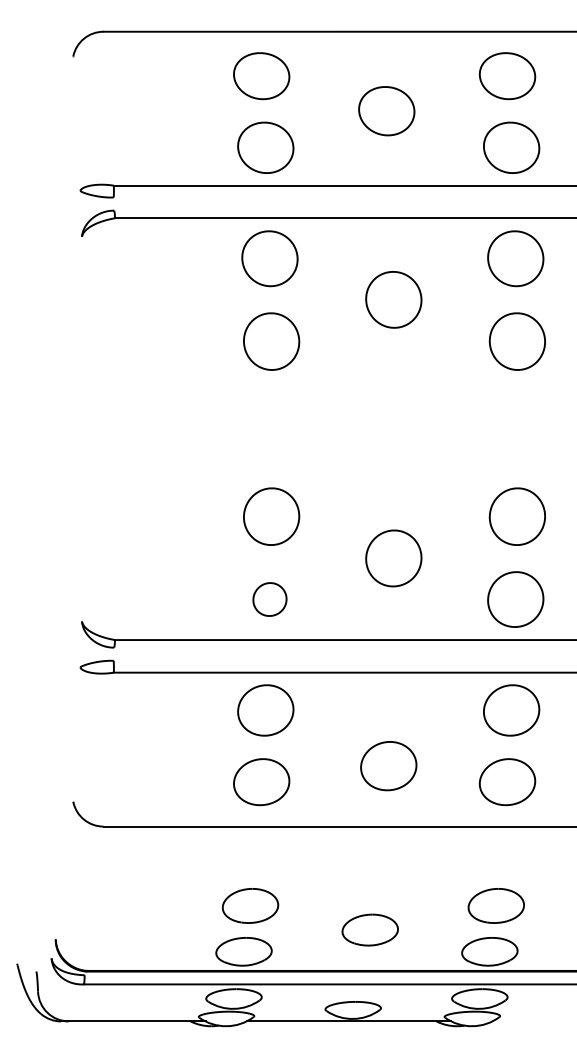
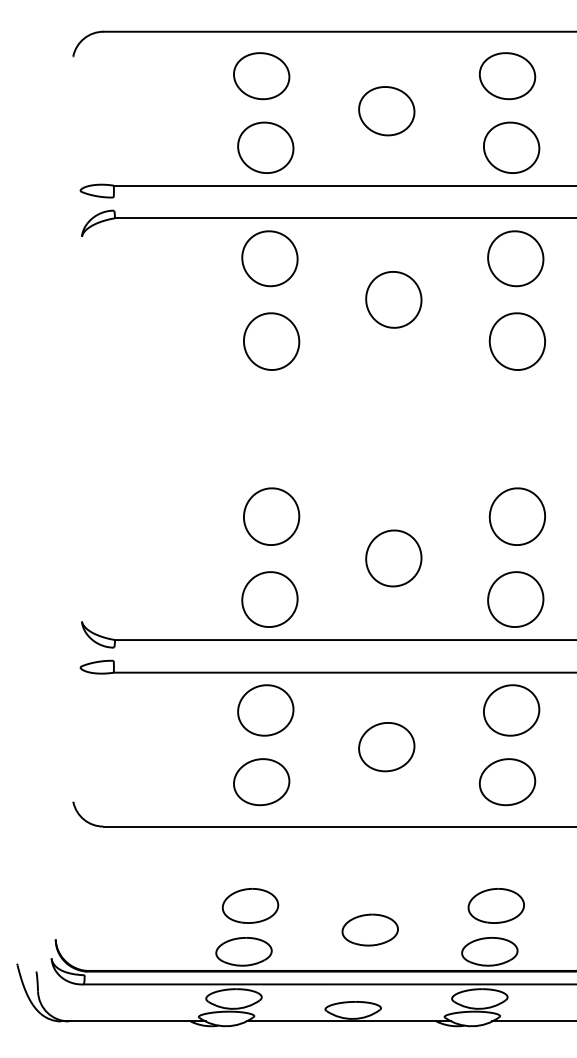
part at (269, 599) size: 36x35 px -> 58x57 px
part at (388, 766) position: (388, 766) -> (386, 747)
line at (532, 1021): none -> present
